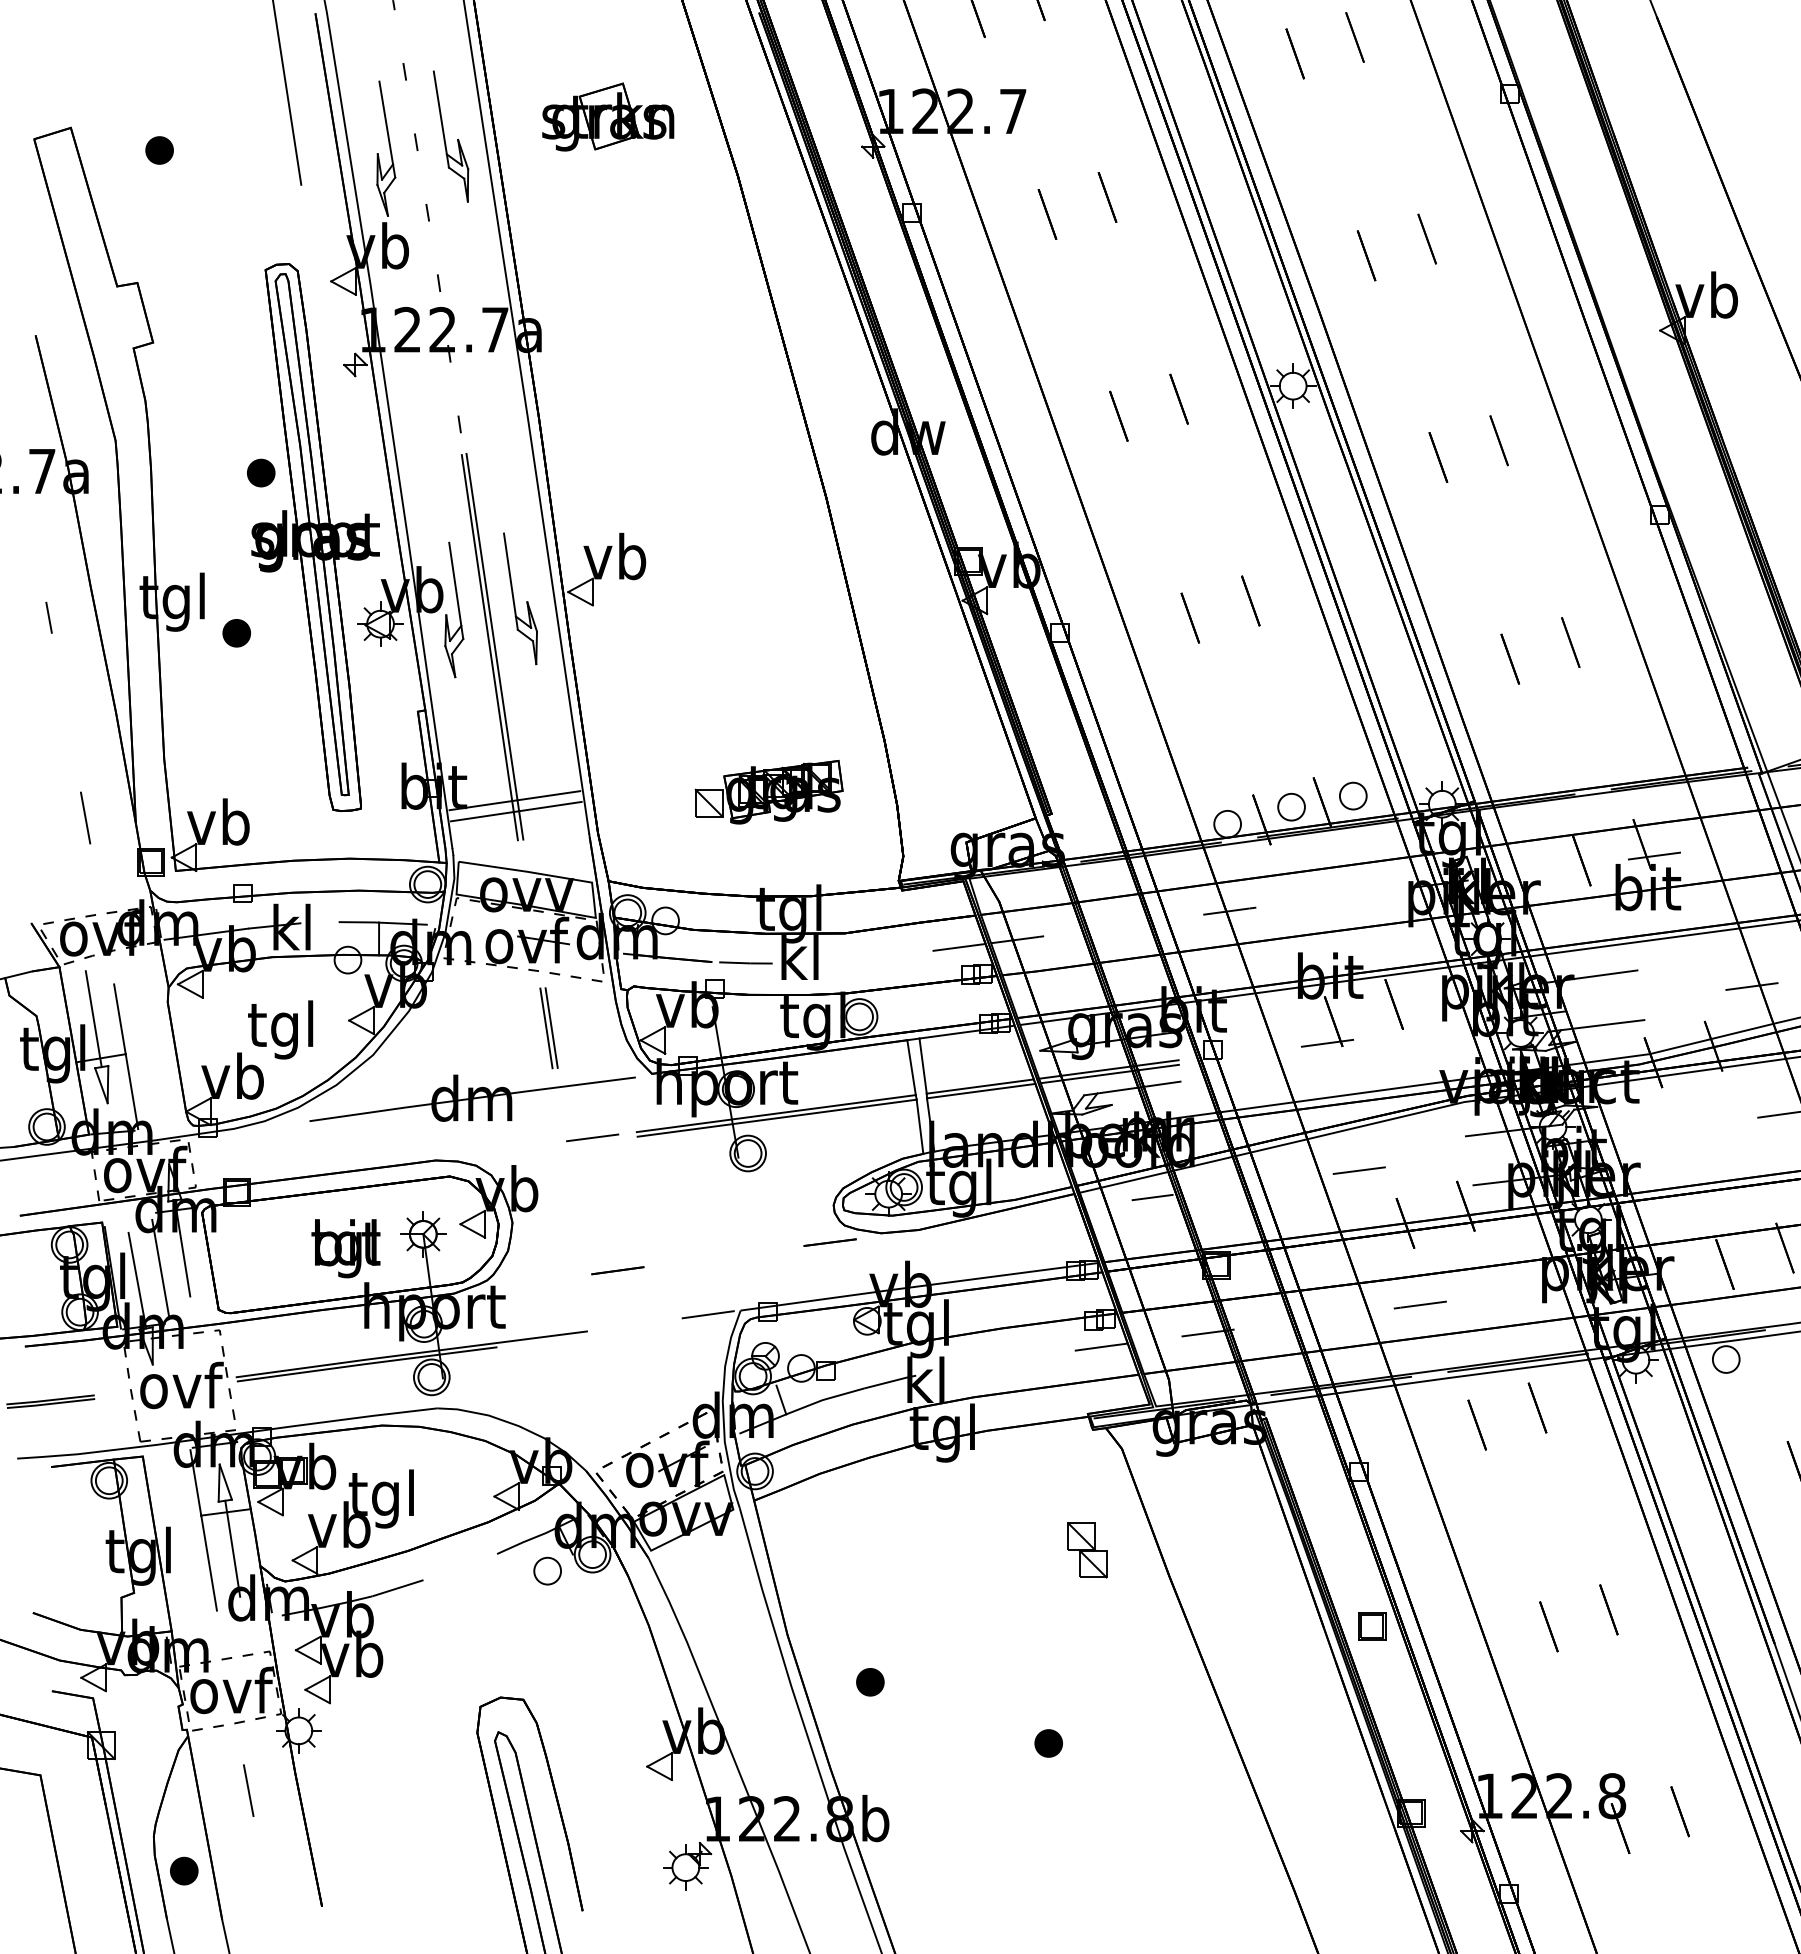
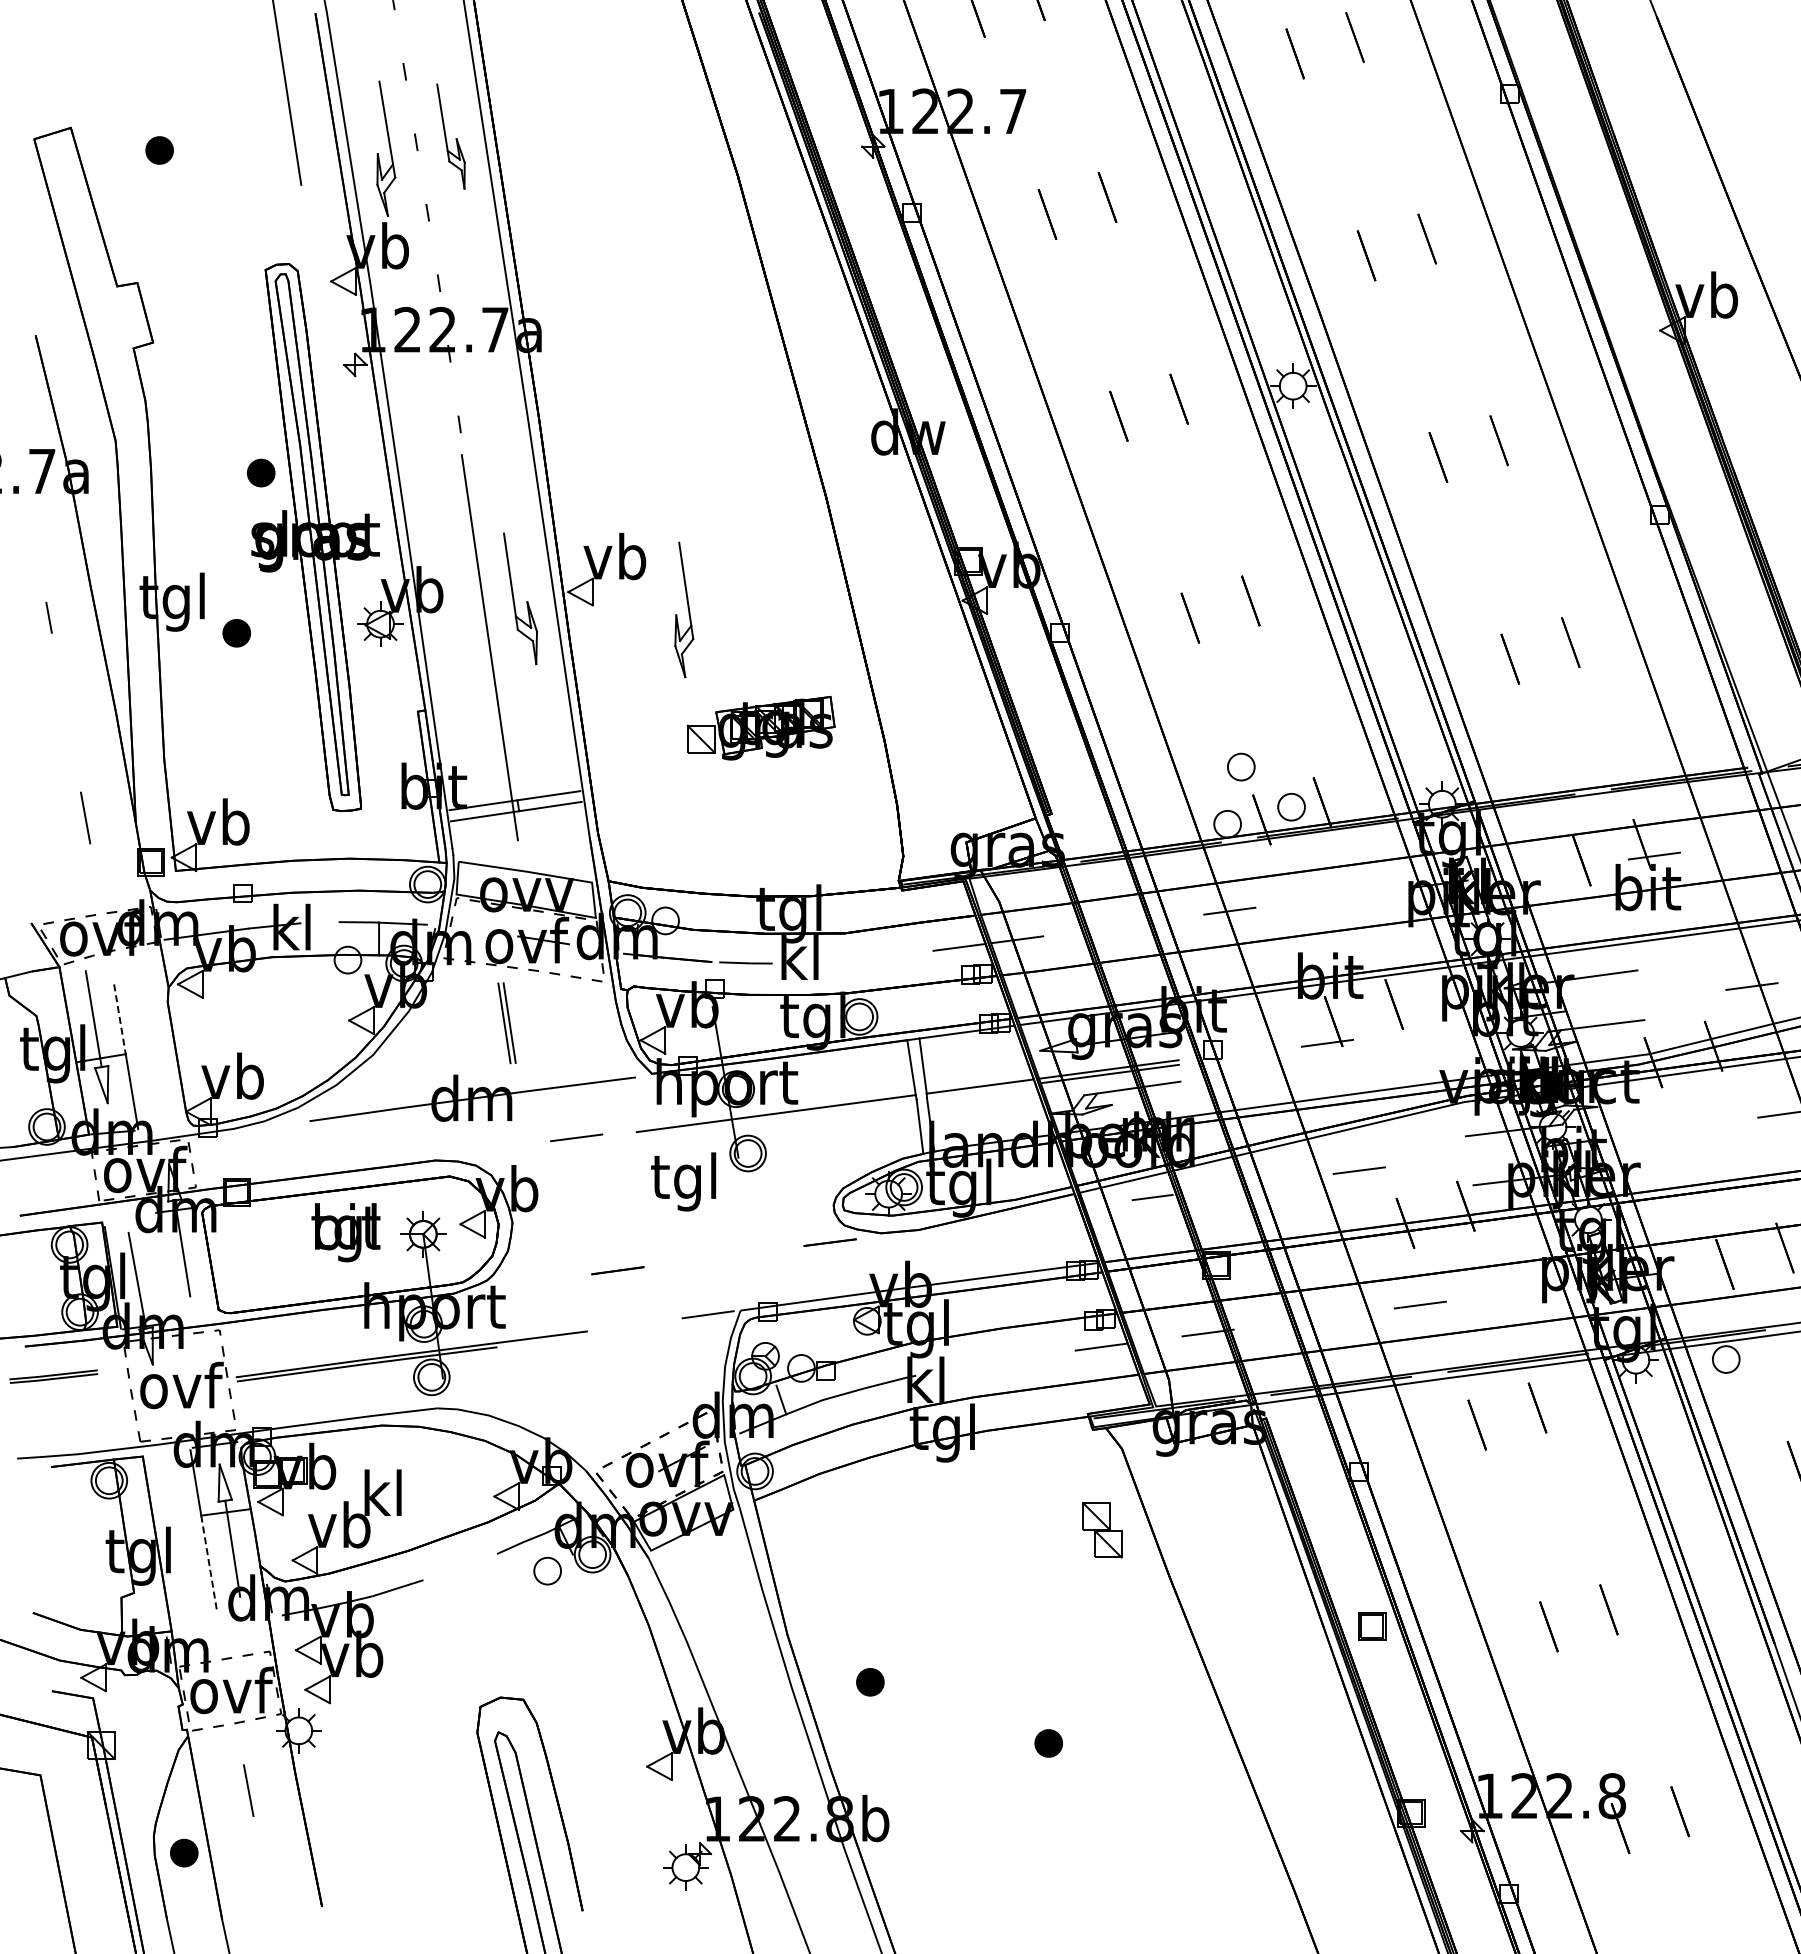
part at (608, 116): present -> none
part at (450, 136) size: 38x133 px -> 30x107 px
part at (454, 609) position: (454, 609) -> (684, 609)
line at (491, 626): present -> none
part at (768, 792) position: (768, 792) -> (760, 728)
part at (1353, 795) position: (1353, 795) -> (1241, 766)
line at (521, 825): present -> none
line at (120, 1019): solid -> dashed
part at (548, 1028) position: (548, 1028) -> (506, 1023)
text at (280, 1029) position: (280, 1029) -> (683, 1181)
line at (981, 1090): present -> none
line at (776, 1117): present -> none
line at (592, 1137) position: (592, 1137) -> (576, 1137)
text at (345, 1248) position: (345, 1248) -> (345, 1232)
line at (160, 1267): present -> none
part at (50, 1401) position: (50, 1401) -> (53, 1376)
text at (380, 1498): tgl -> kl
part at (1087, 1550) position: (1087, 1550) -> (1102, 1530)
line at (209, 1563): solid -> dashed
part at (184, 1870) position: (184, 1870) -> (184, 1852)
